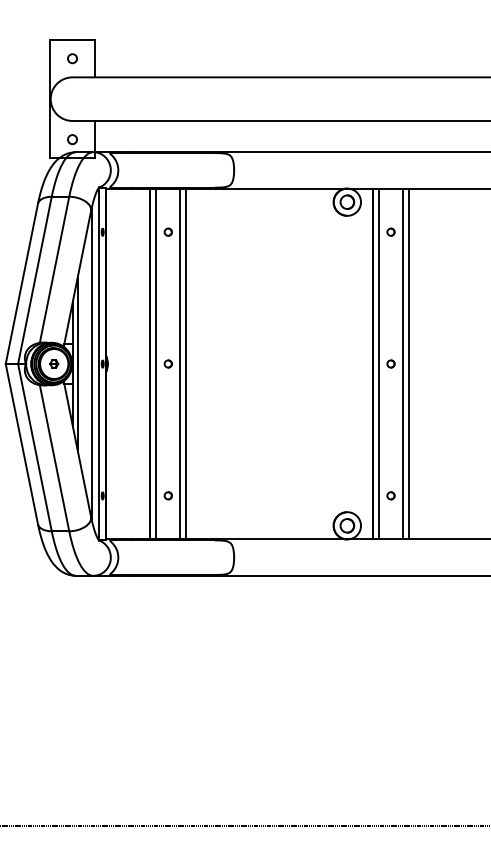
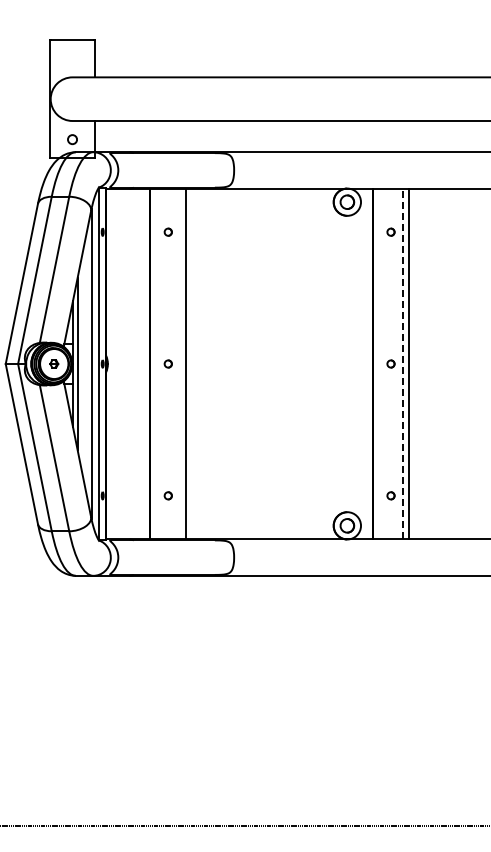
circle at (72, 58): present -> none
line at (156, 363): present -> none
line at (180, 363): present -> none
line at (379, 363): present -> none
line at (402, 363): solid -> dashed
